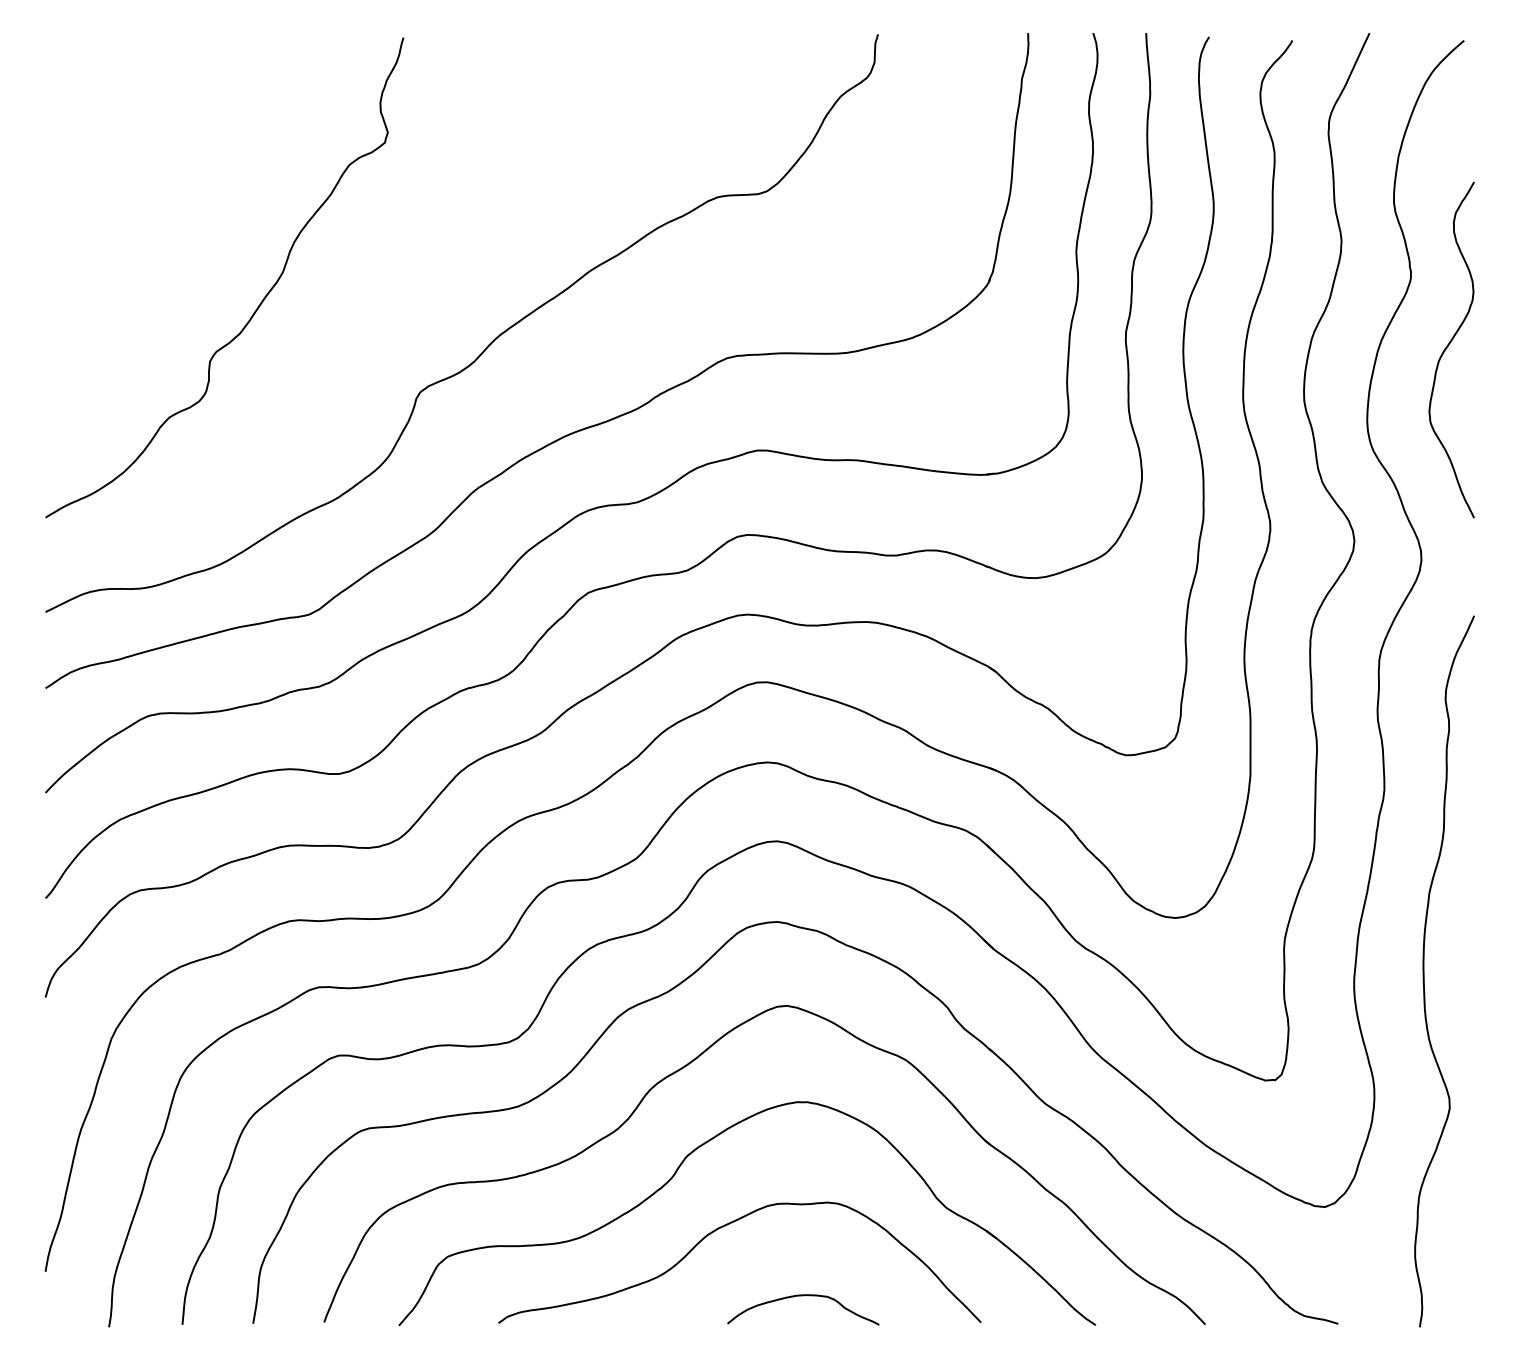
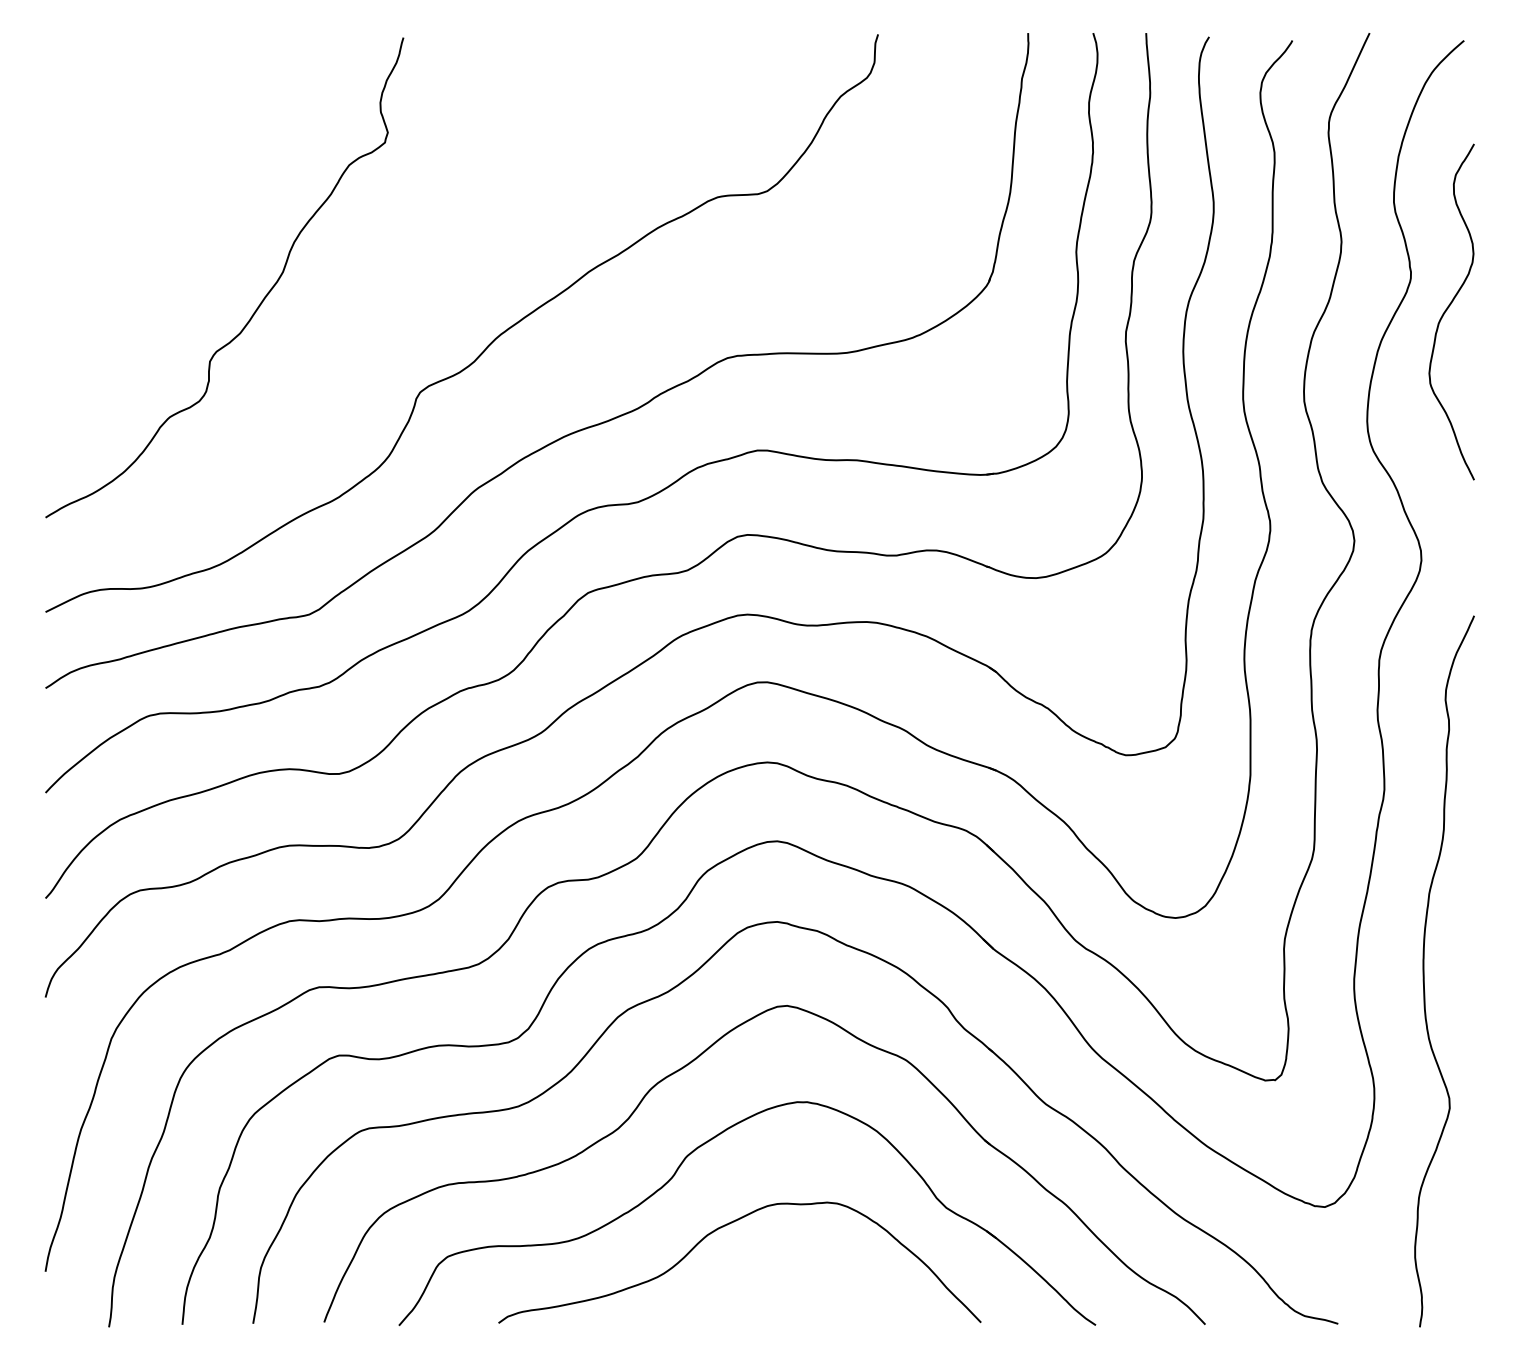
curve at (1447, 348) position: (1447, 348) -> (1447, 310)
curve at (803, 1296): present -> none
